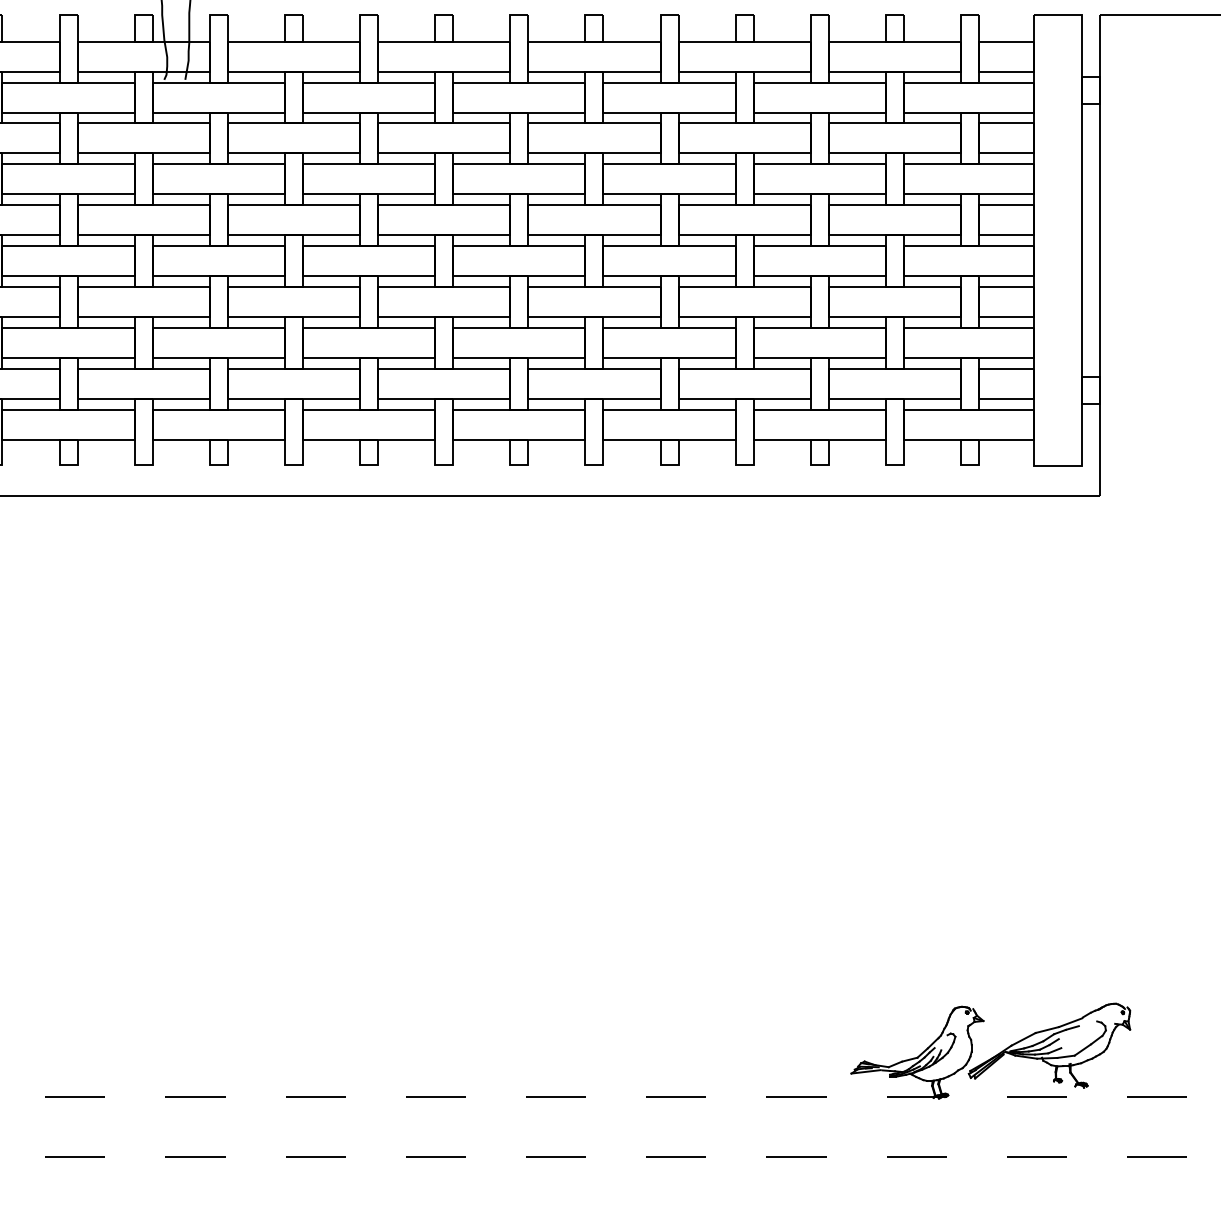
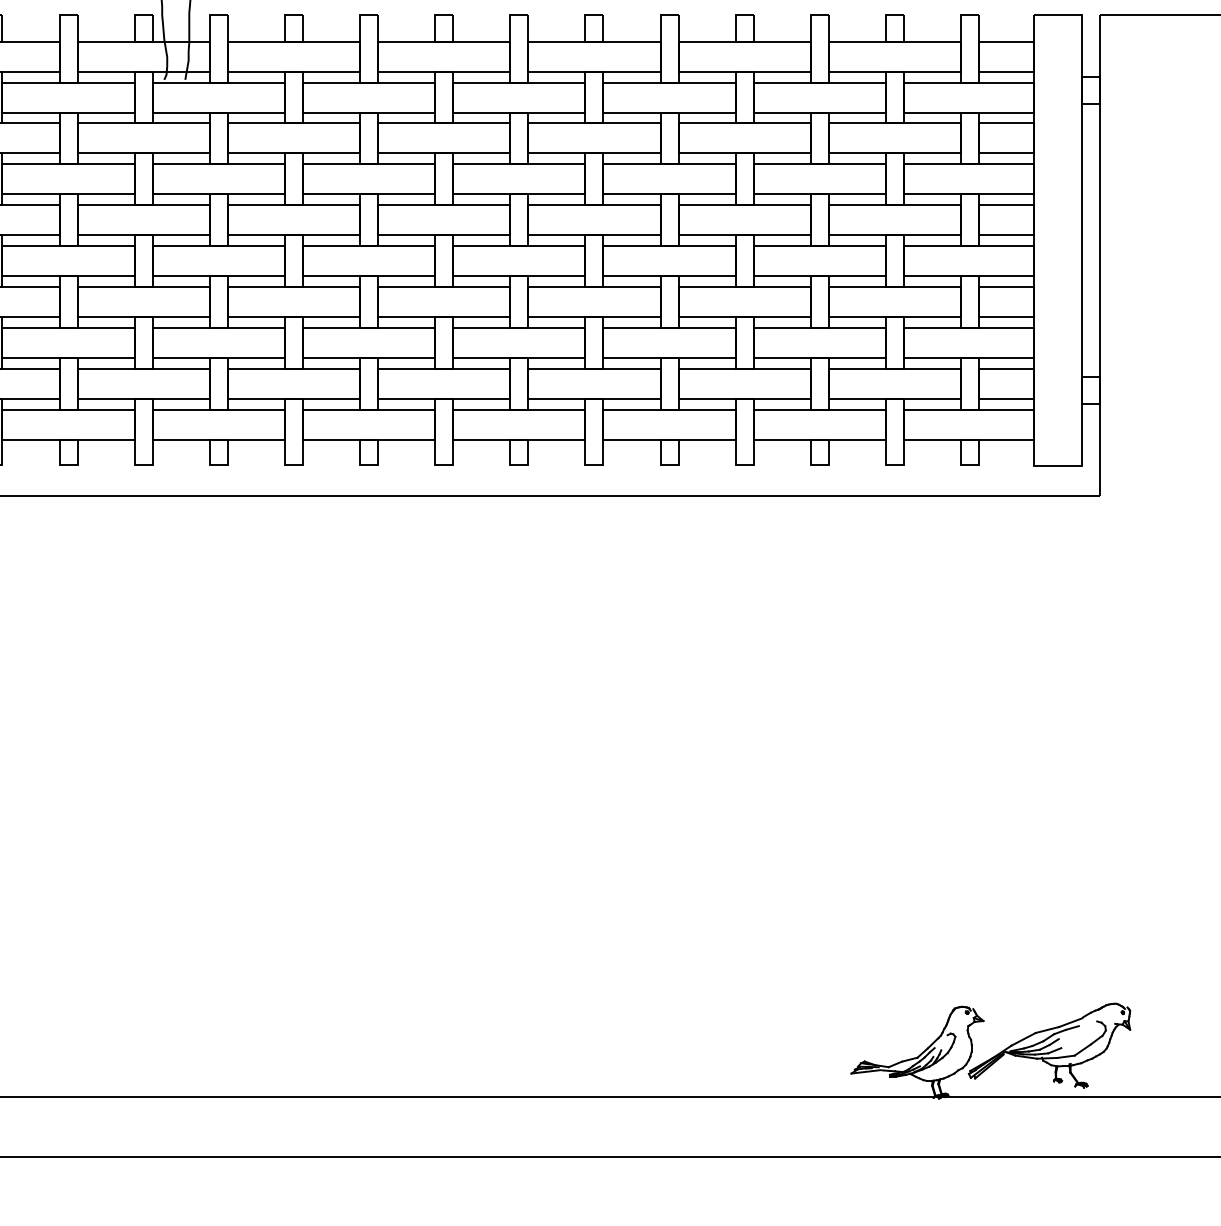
line at (610, 1097): dashed -> solid
line at (610, 1157): dashed -> solid
